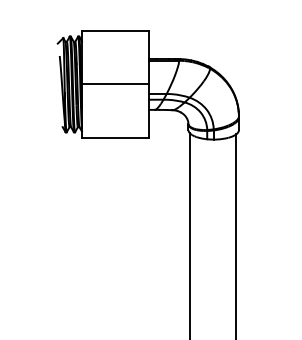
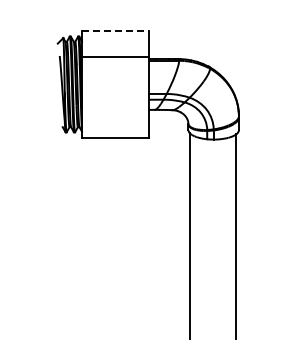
line at (115, 31): solid -> dashed
line at (115, 84) position: (115, 84) -> (115, 57)
